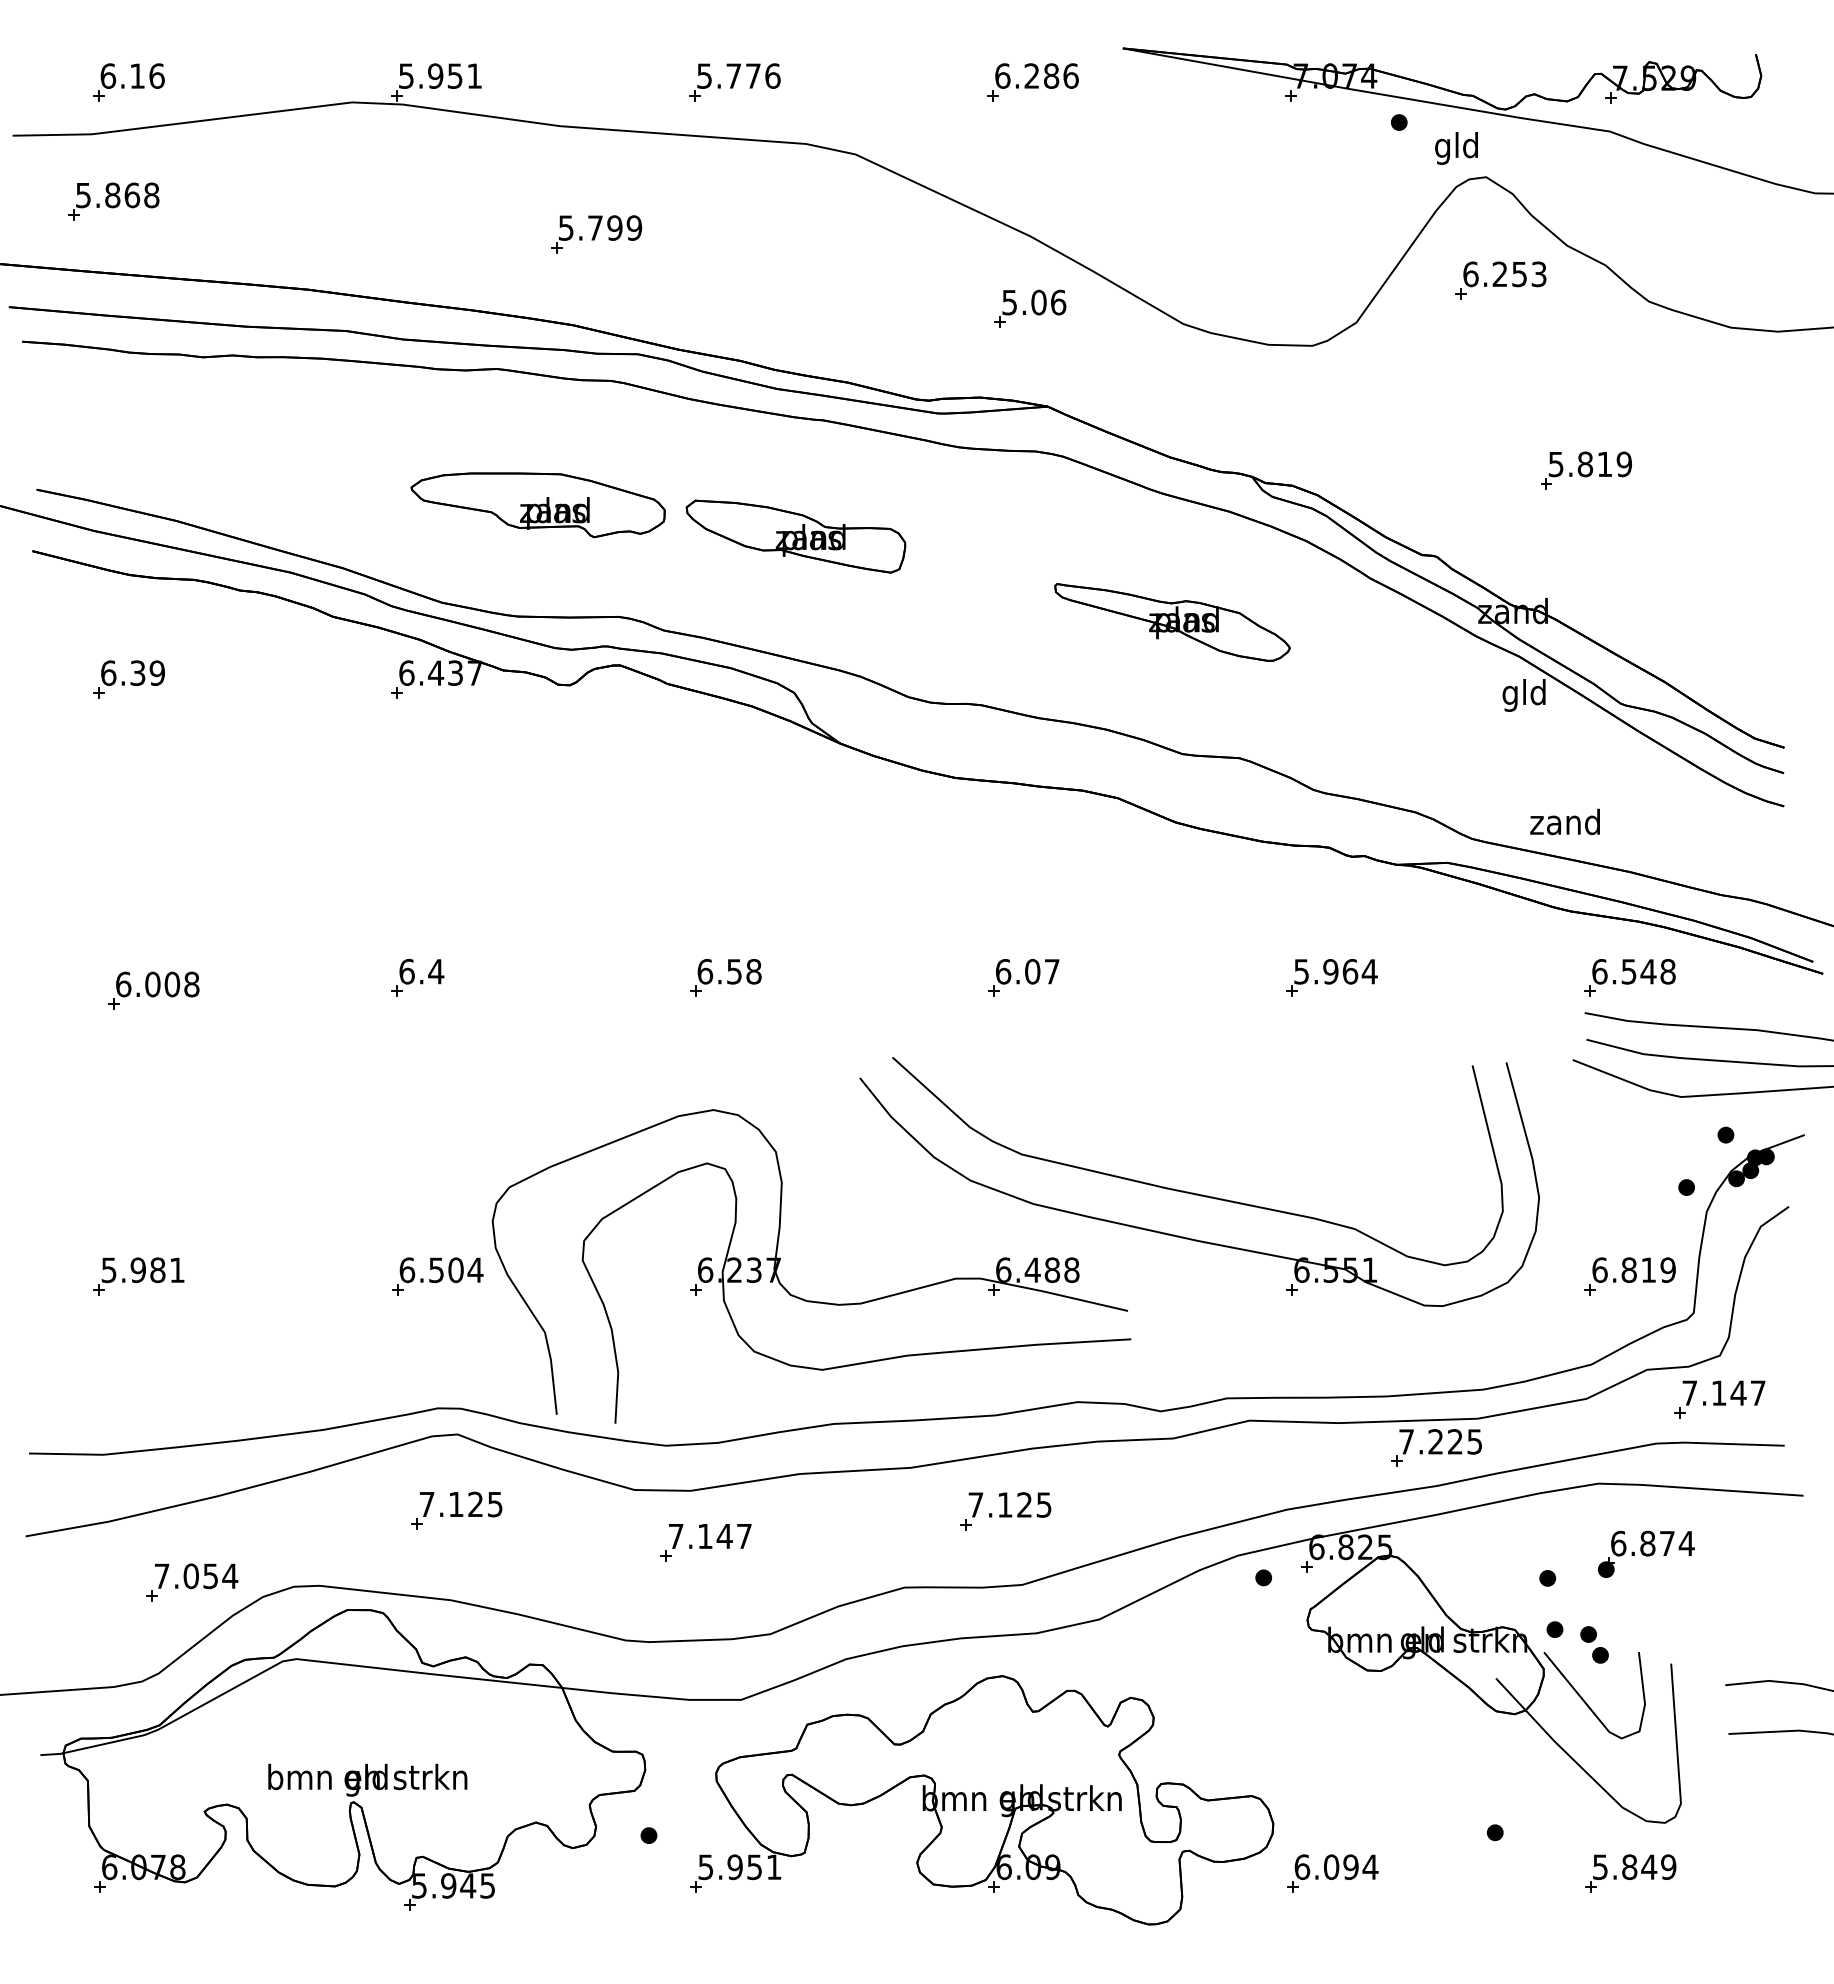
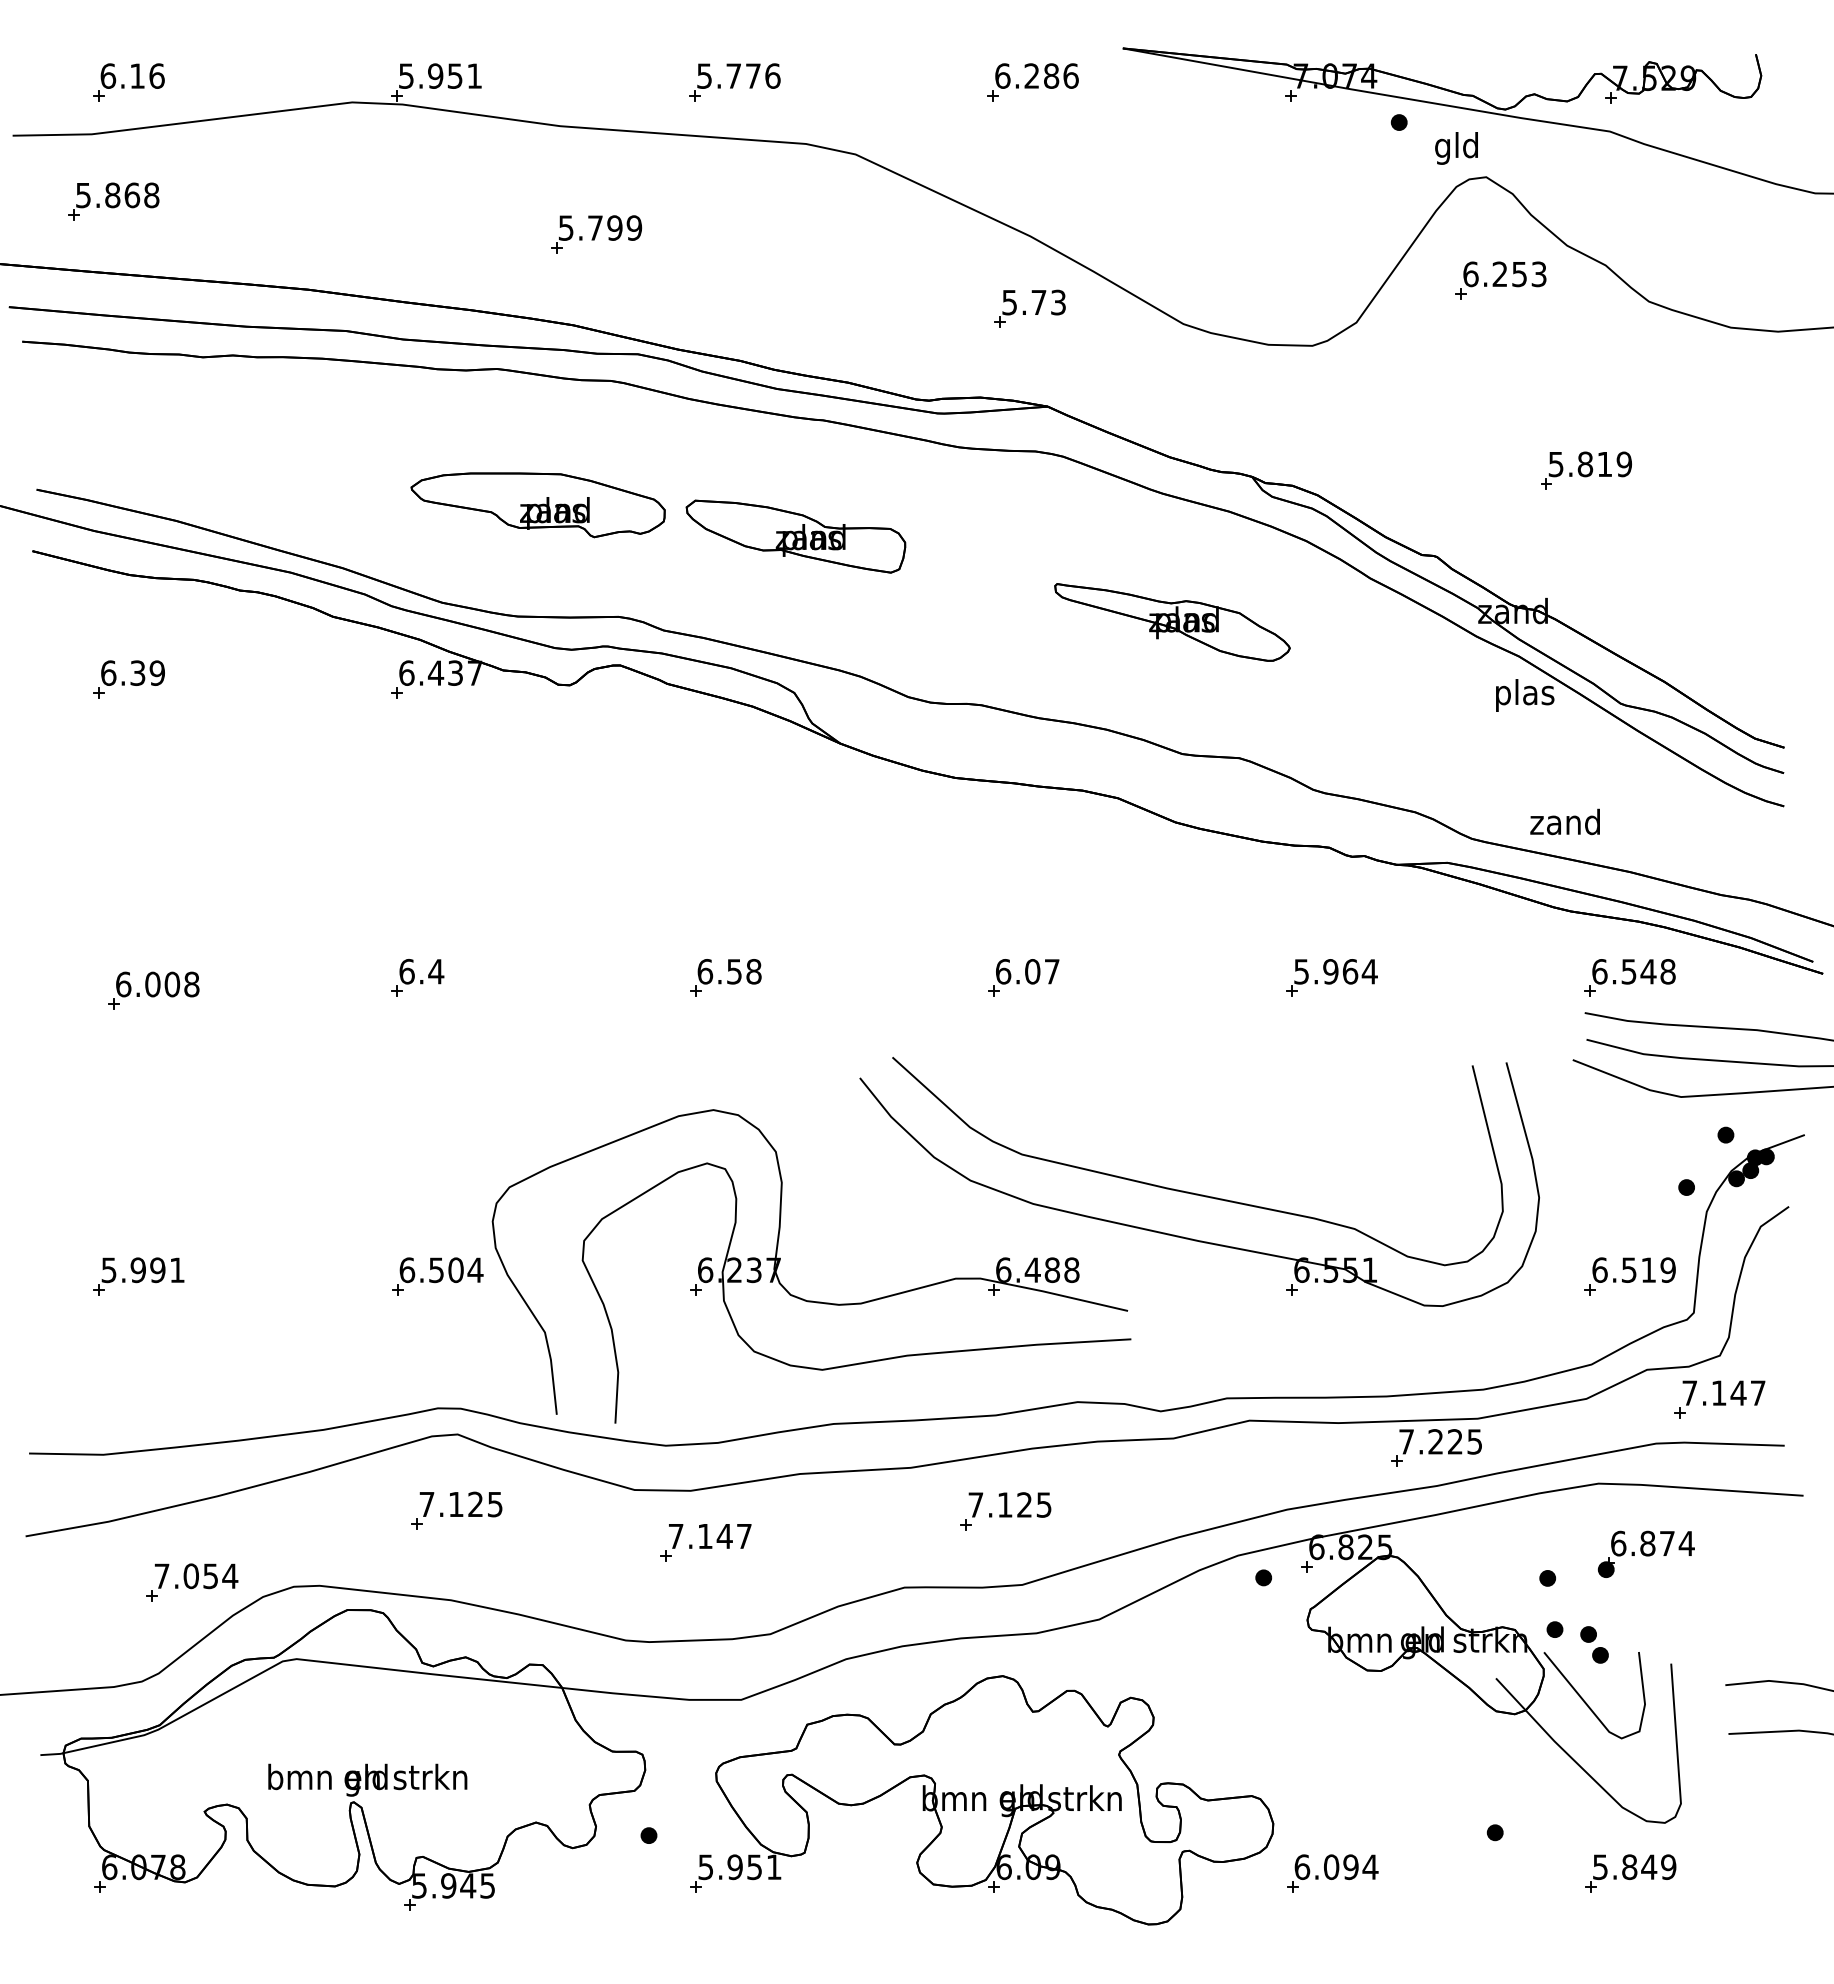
text at (1048, 302): 5.06 -> 5.73
text at (1525, 695): gld -> plas
text at (1628, 1269): 6.819 -> 6.519
text at (157, 1270): 5.981 -> 5.991
